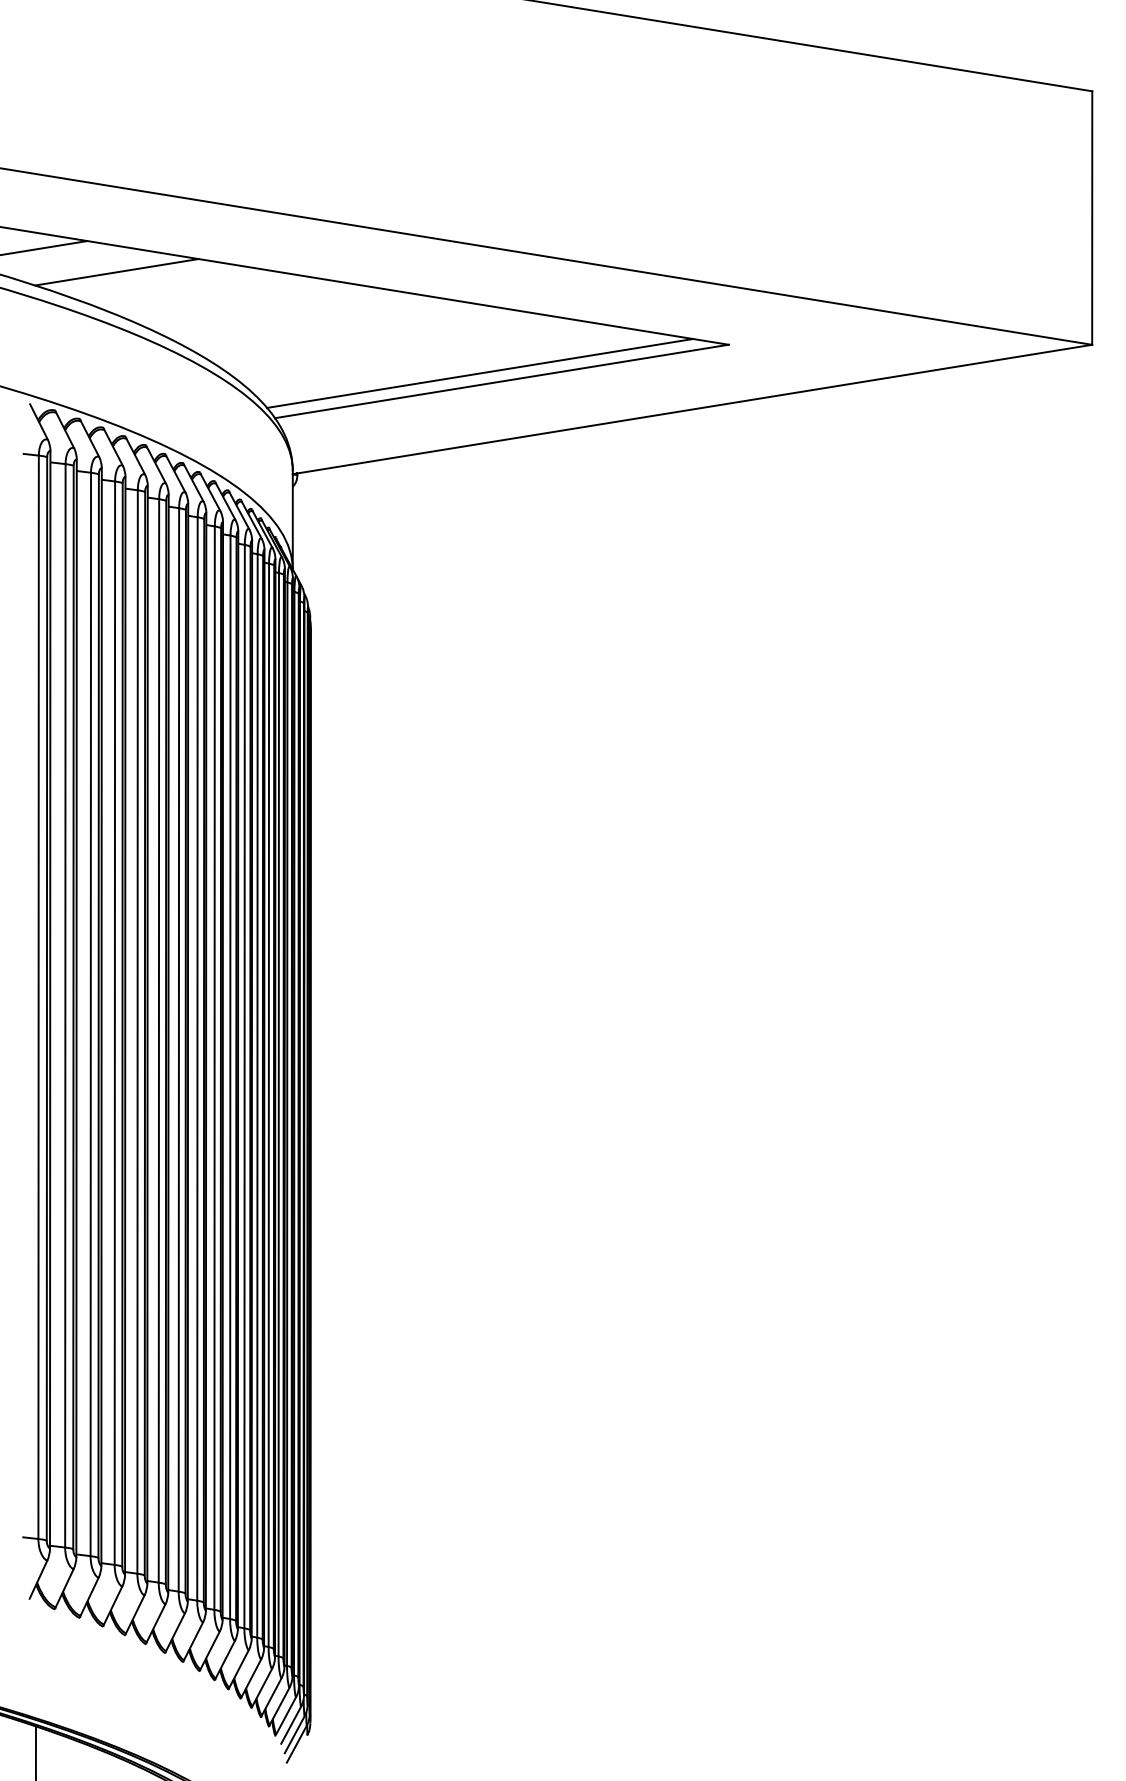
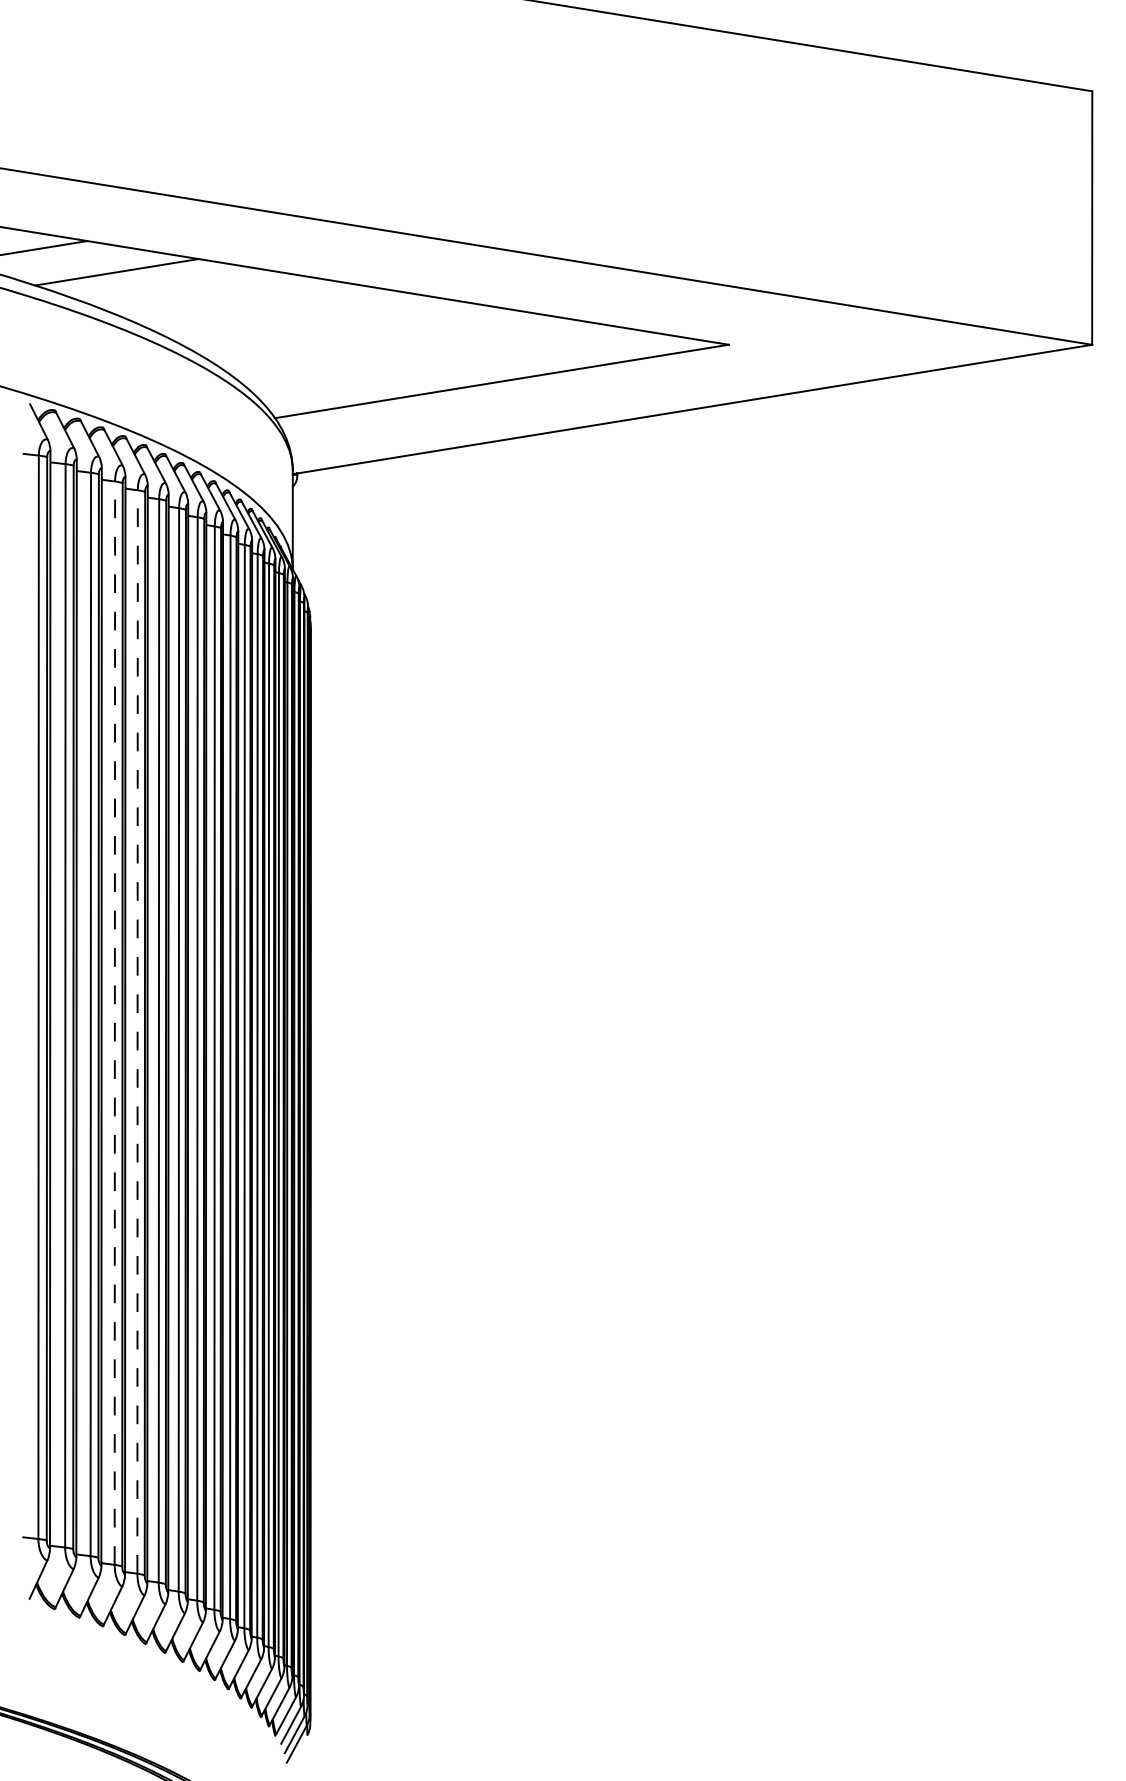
line at (479, 373): present -> none
line at (114, 1023): solid -> dashed
line at (137, 1032): solid -> dashed
line at (35, 1751): present -> none
